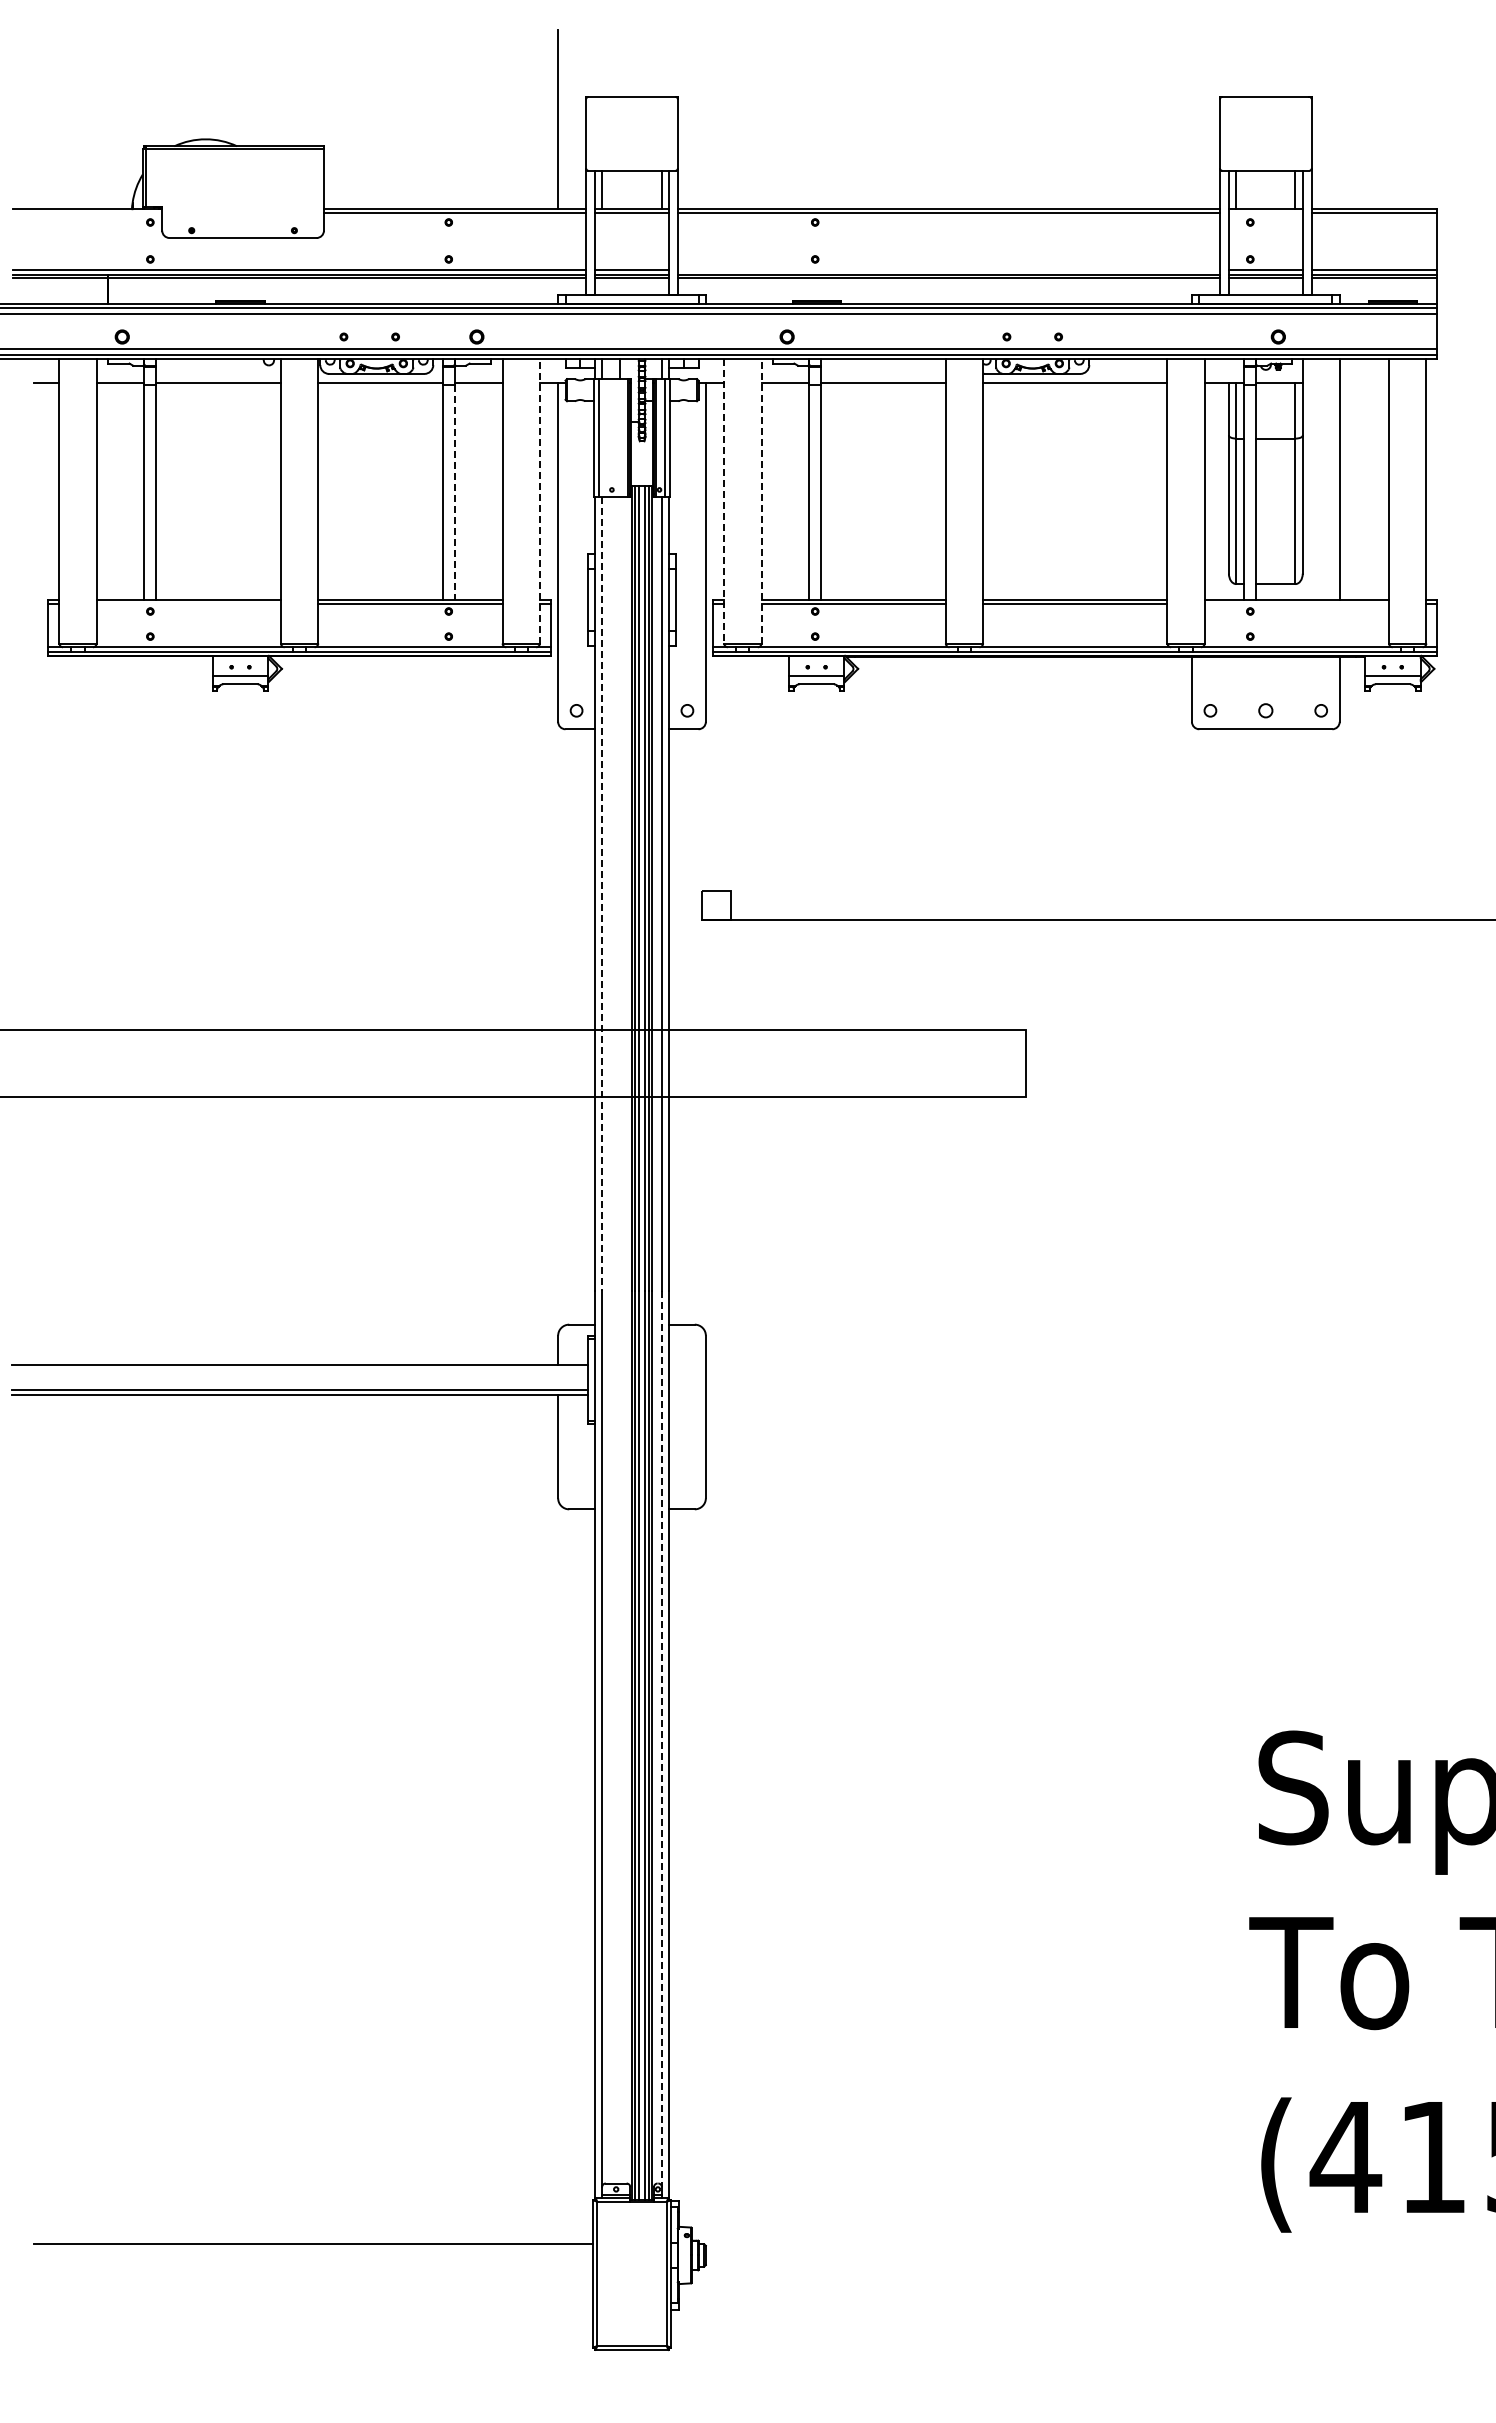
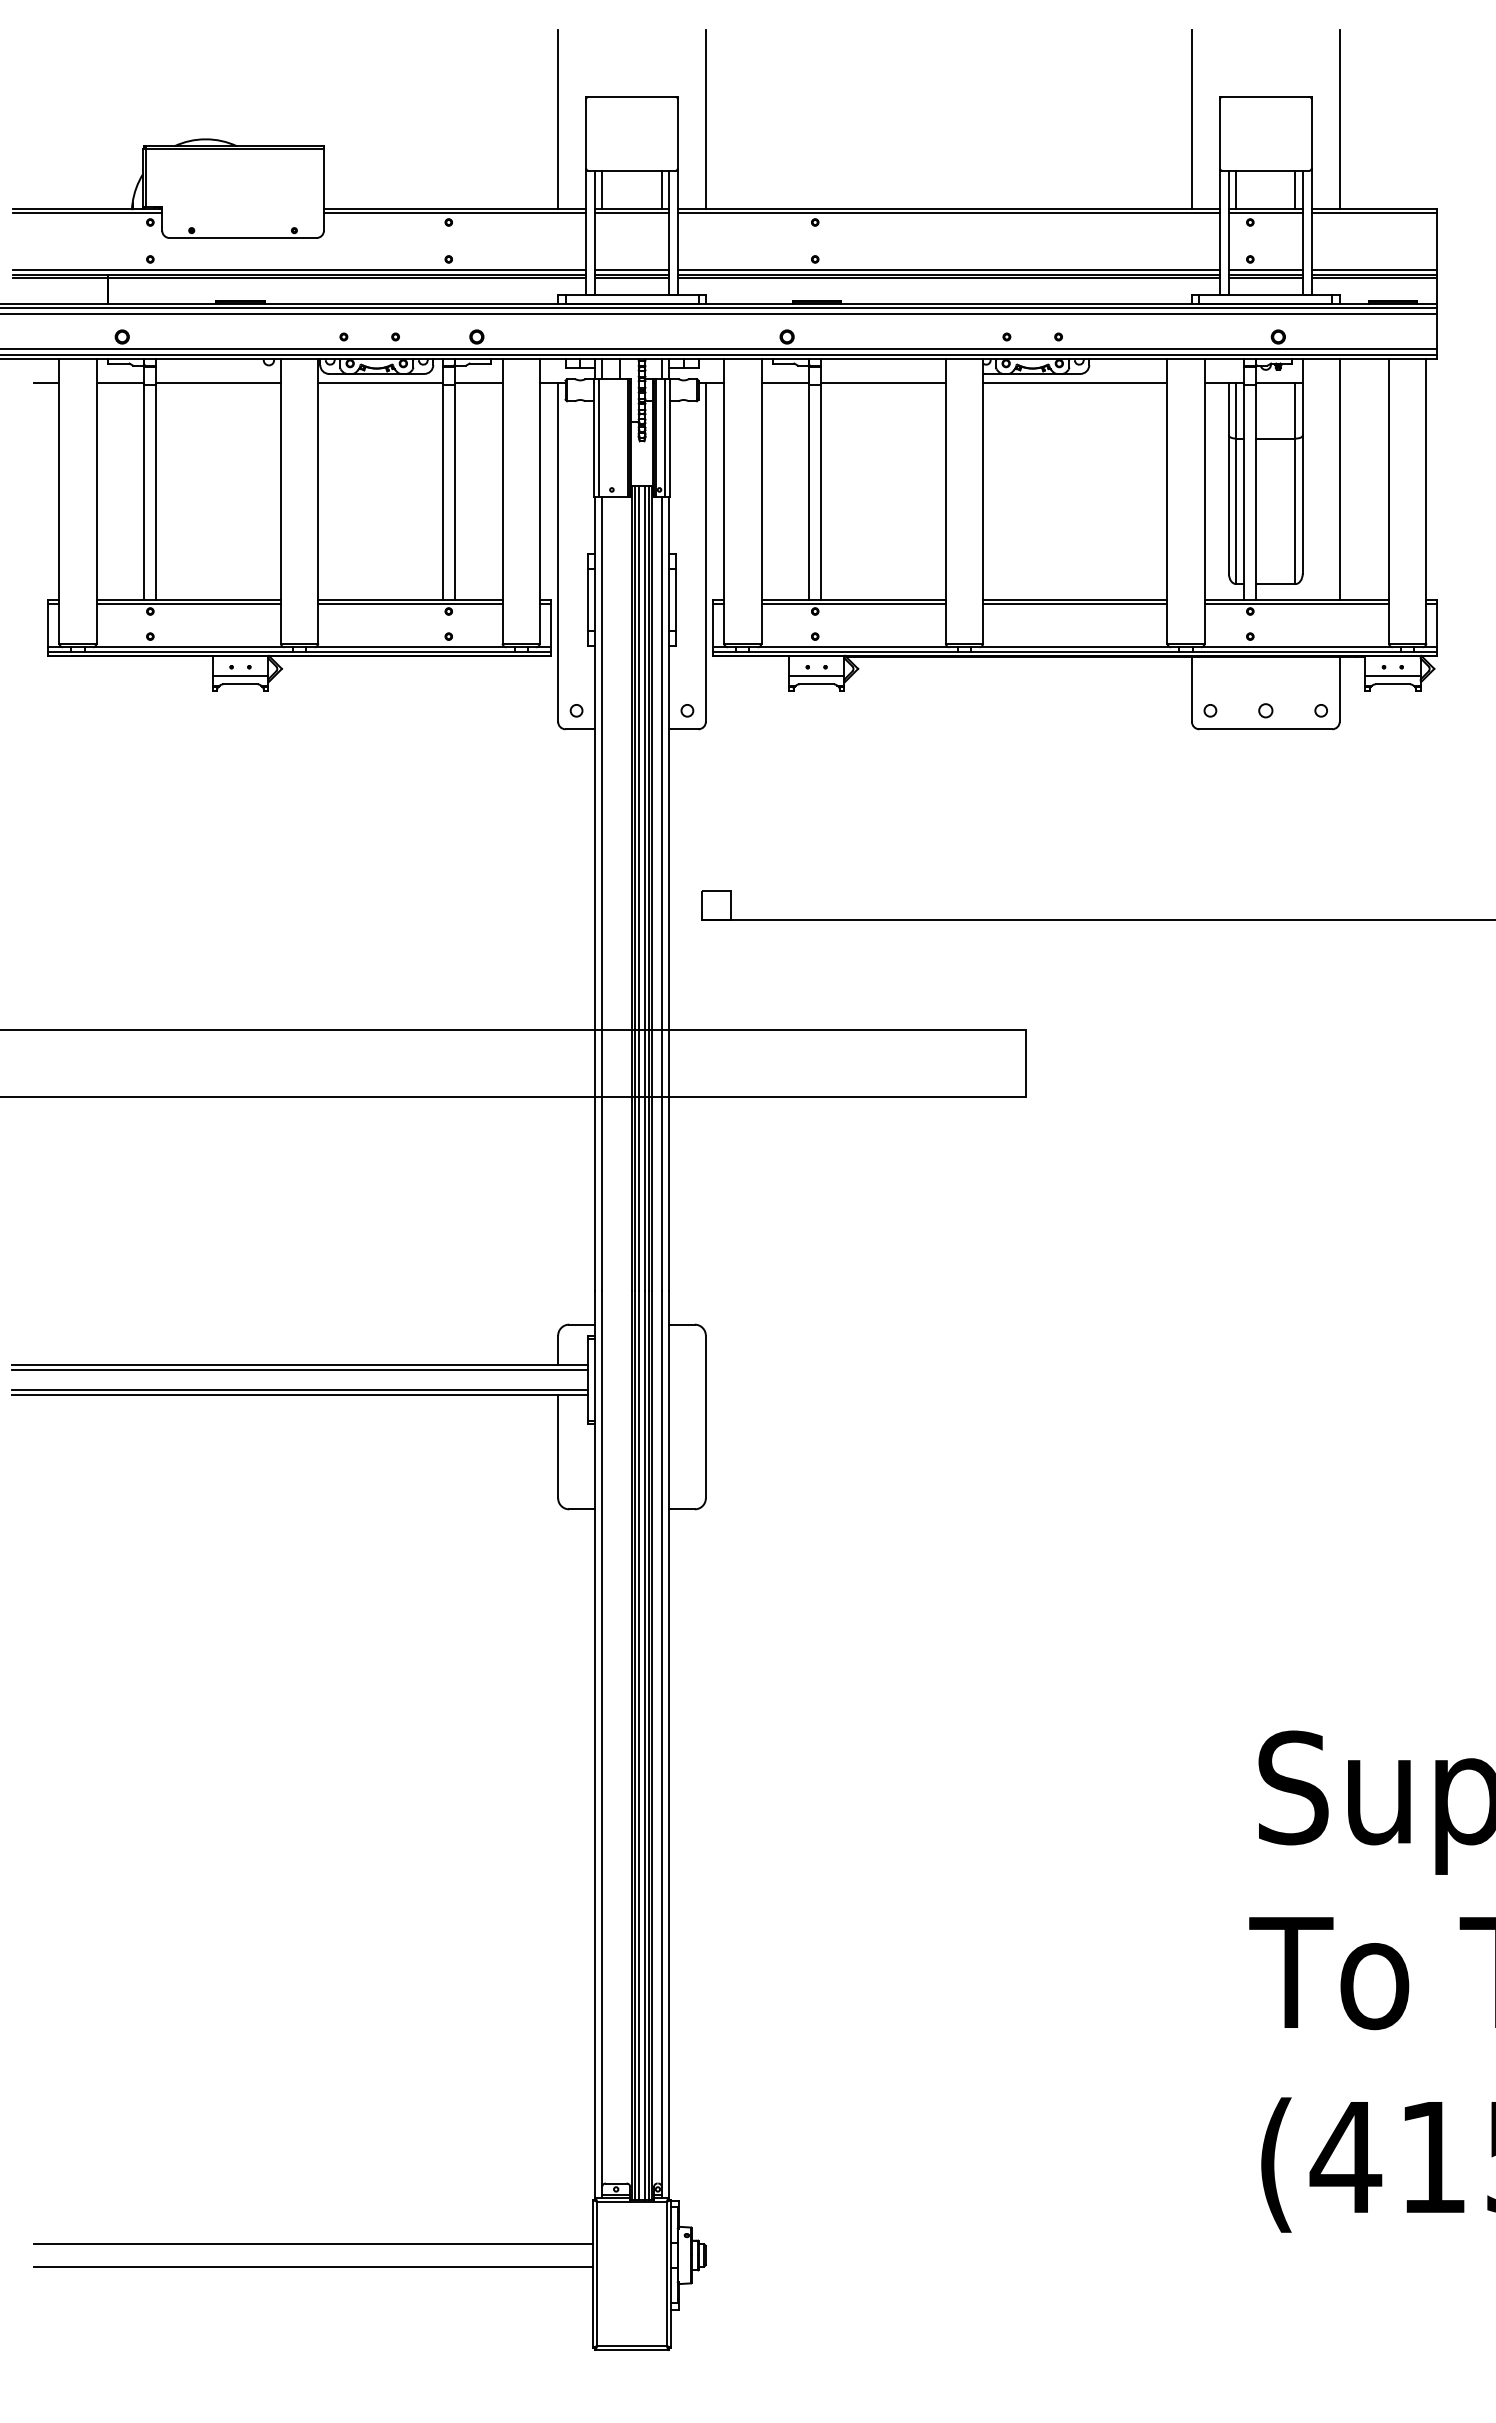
line at (705, 119): none -> present
line at (1191, 119): none -> present
line at (1339, 119): none -> present
line at (87, 212): none -> present
line at (1265, 212): none -> present
line at (948, 270): none -> present
line at (454, 492): dashed -> solid
line at (539, 500): dashed -> solid
line at (761, 500): dashed -> solid
line at (724, 501): dashed -> solid
line at (188, 603): none -> present
line at (1296, 603): none -> present
line at (602, 894): dashed -> solid
line at (299, 1369): none -> present
line at (661, 1739): dashed -> solid
line at (312, 2266): none -> present
